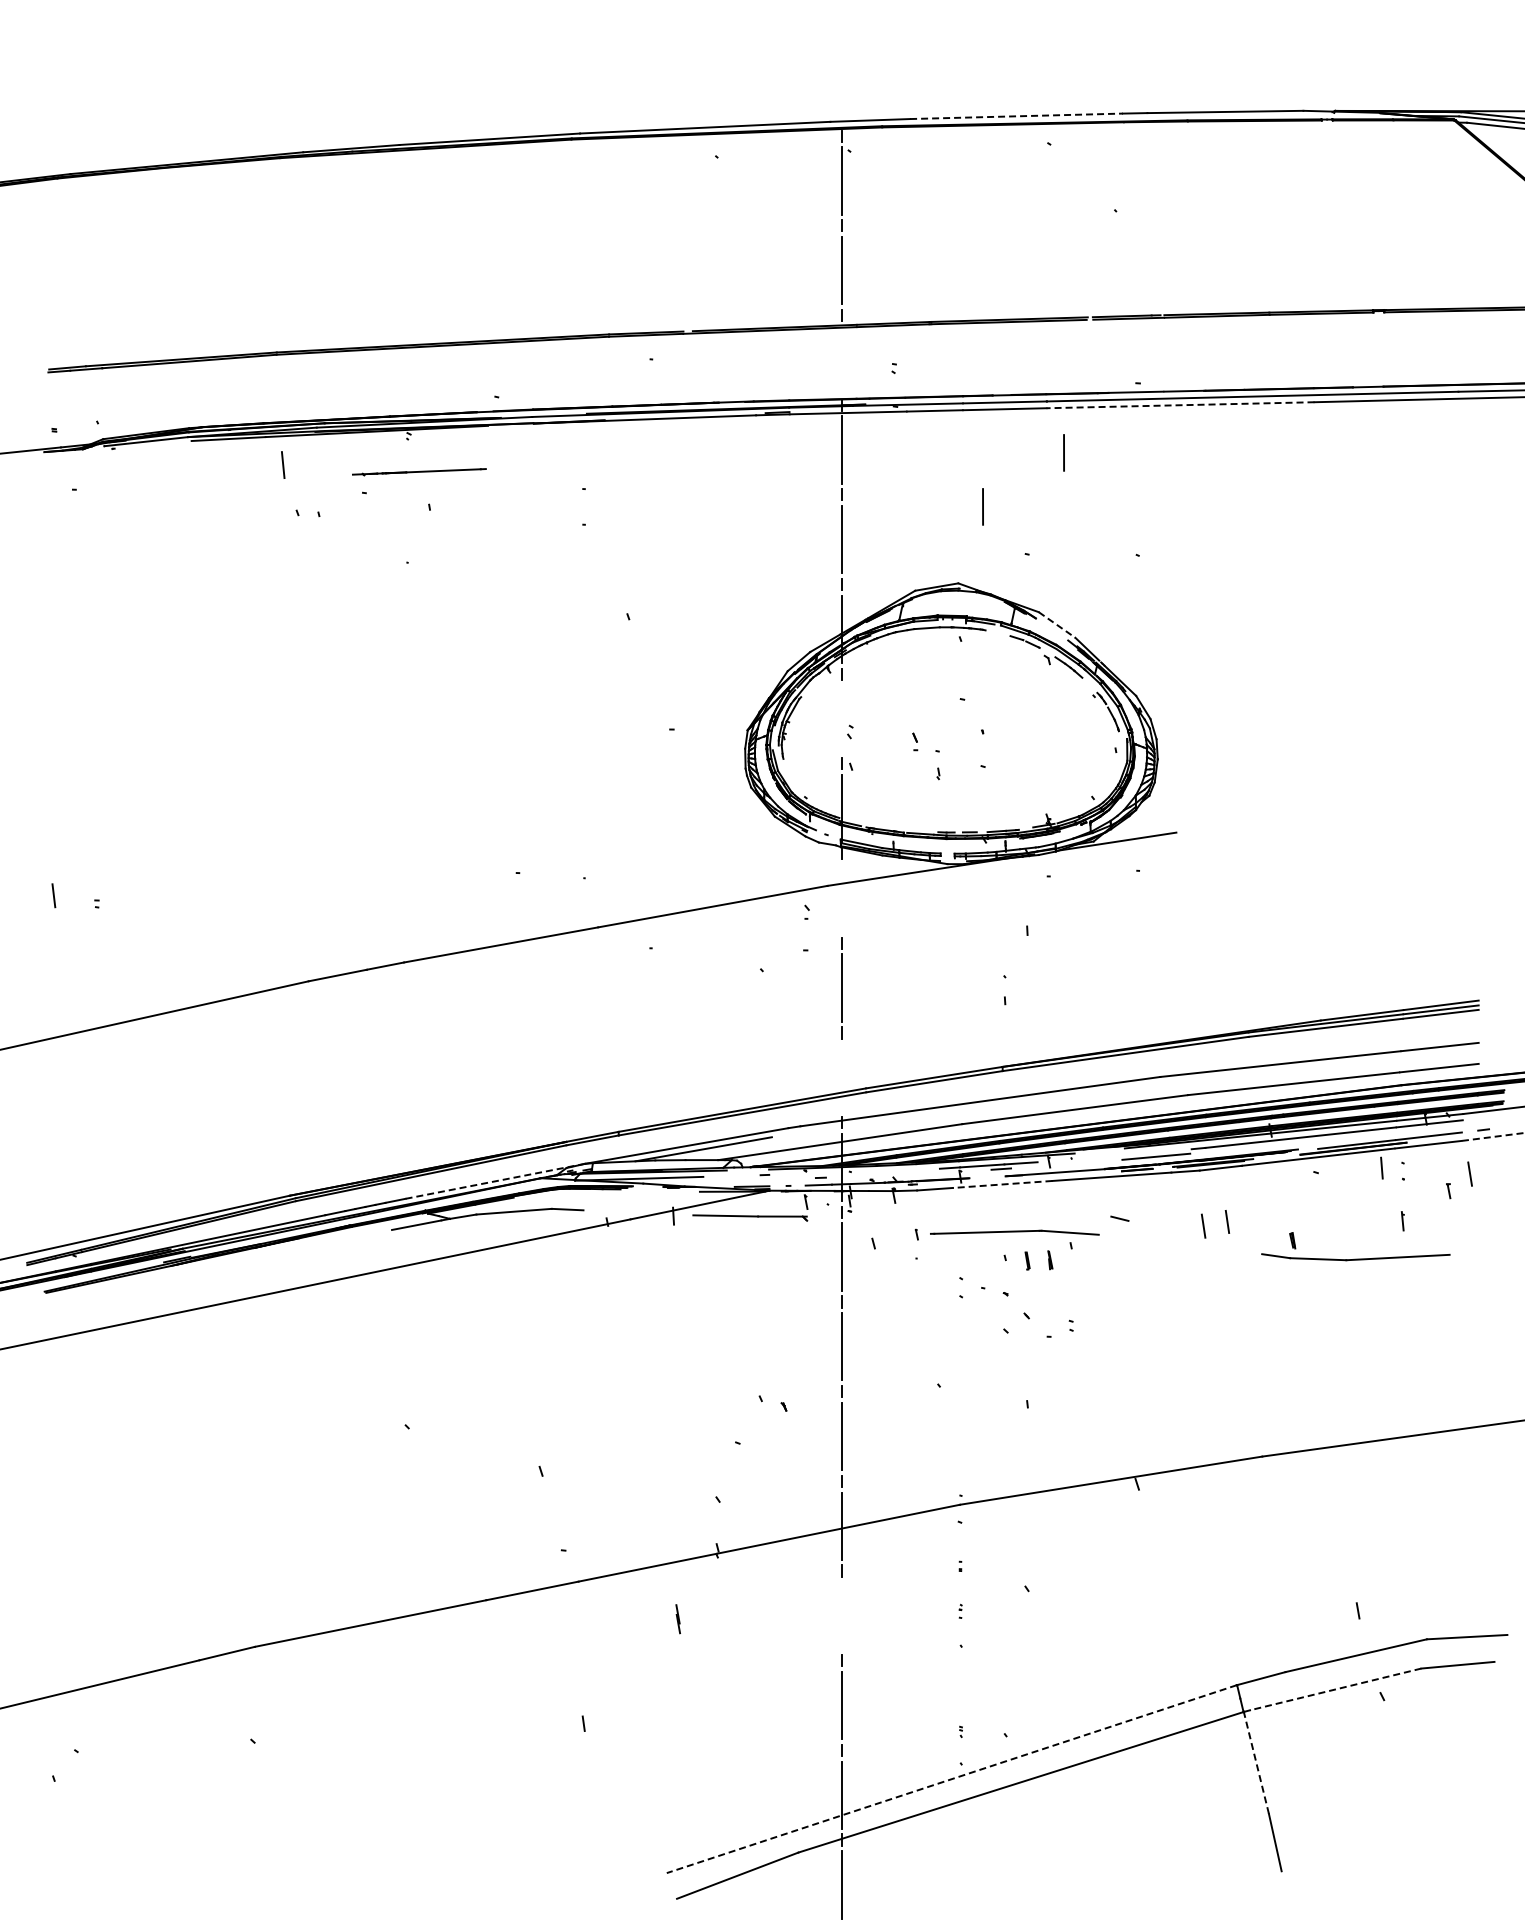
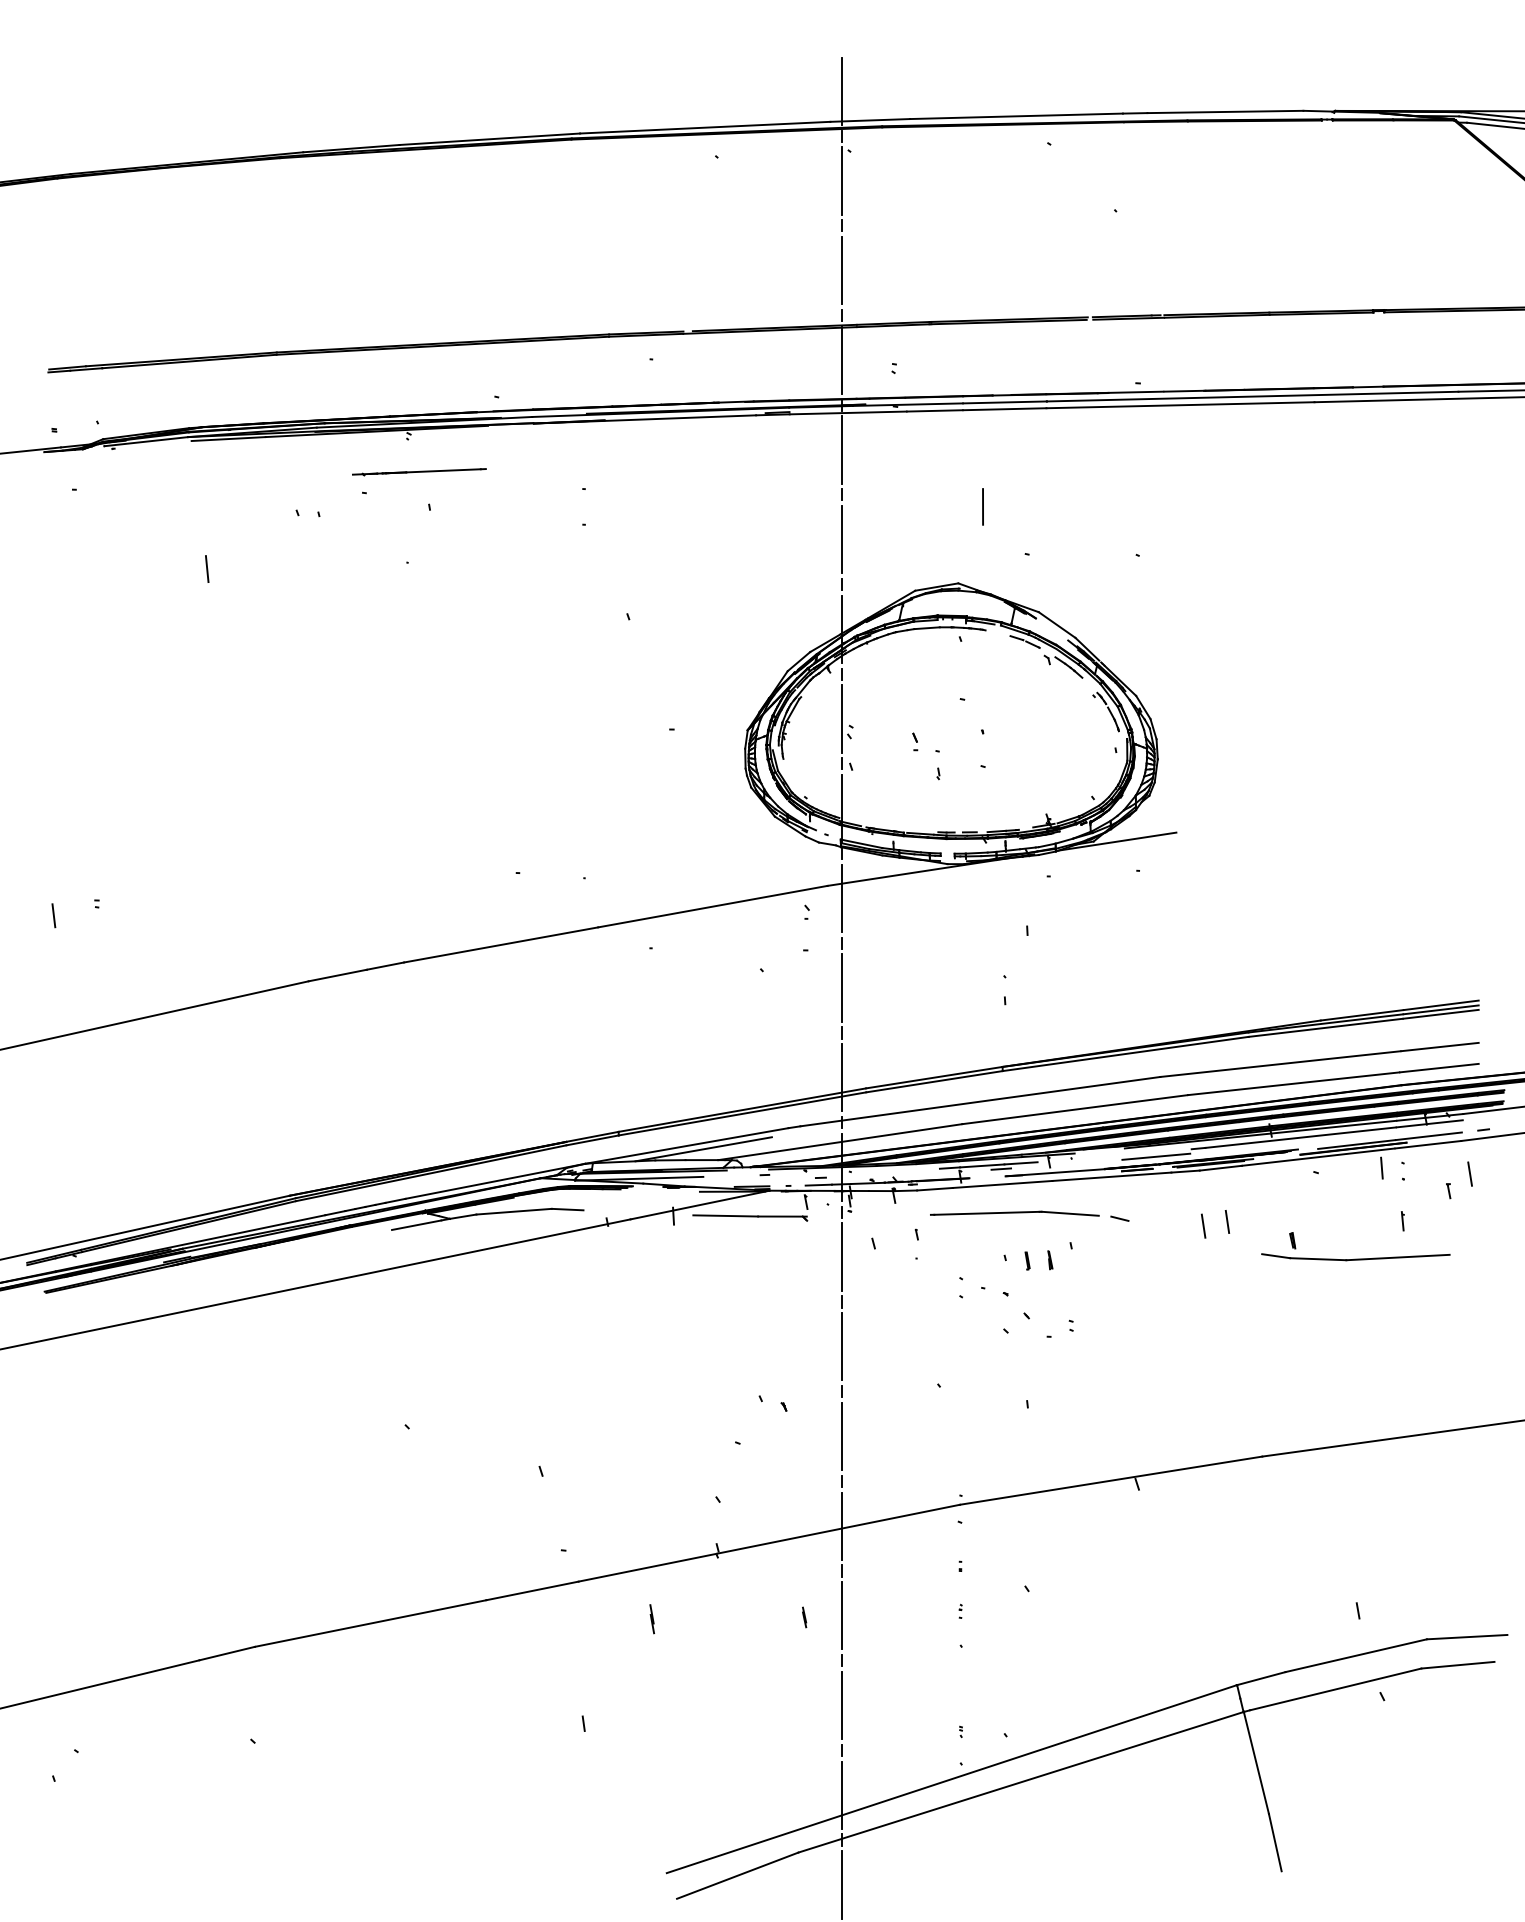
line at (842, 90): none -> present
line at (1017, 116): dashed -> solid
line at (842, 359): none -> present
line at (1180, 405): dashed -> solid
line at (1063, 452): present -> none
line at (283, 464) position: (283, 464) -> (207, 568)
line at (1057, 625): dashed -> solid
line at (842, 718): none -> present
line at (53, 895) position: (53, 895) -> (53, 915)
line at (842, 898): none -> present
line at (842, 1077): none -> present
line at (1492, 1136): dashed -> solid
line at (495, 1181): dashed -> solid
line at (1002, 1184): dashed -> solid
part at (1014, 1232) position: (1014, 1232) -> (1014, 1213)
line at (842, 1615): none -> present
line at (804, 1617): none -> present
line at (677, 1619) position: (677, 1619) -> (651, 1619)
line at (1335, 1689): dashed -> solid
line at (1256, 1762): dashed -> solid
line at (951, 1779): dashed -> solid
